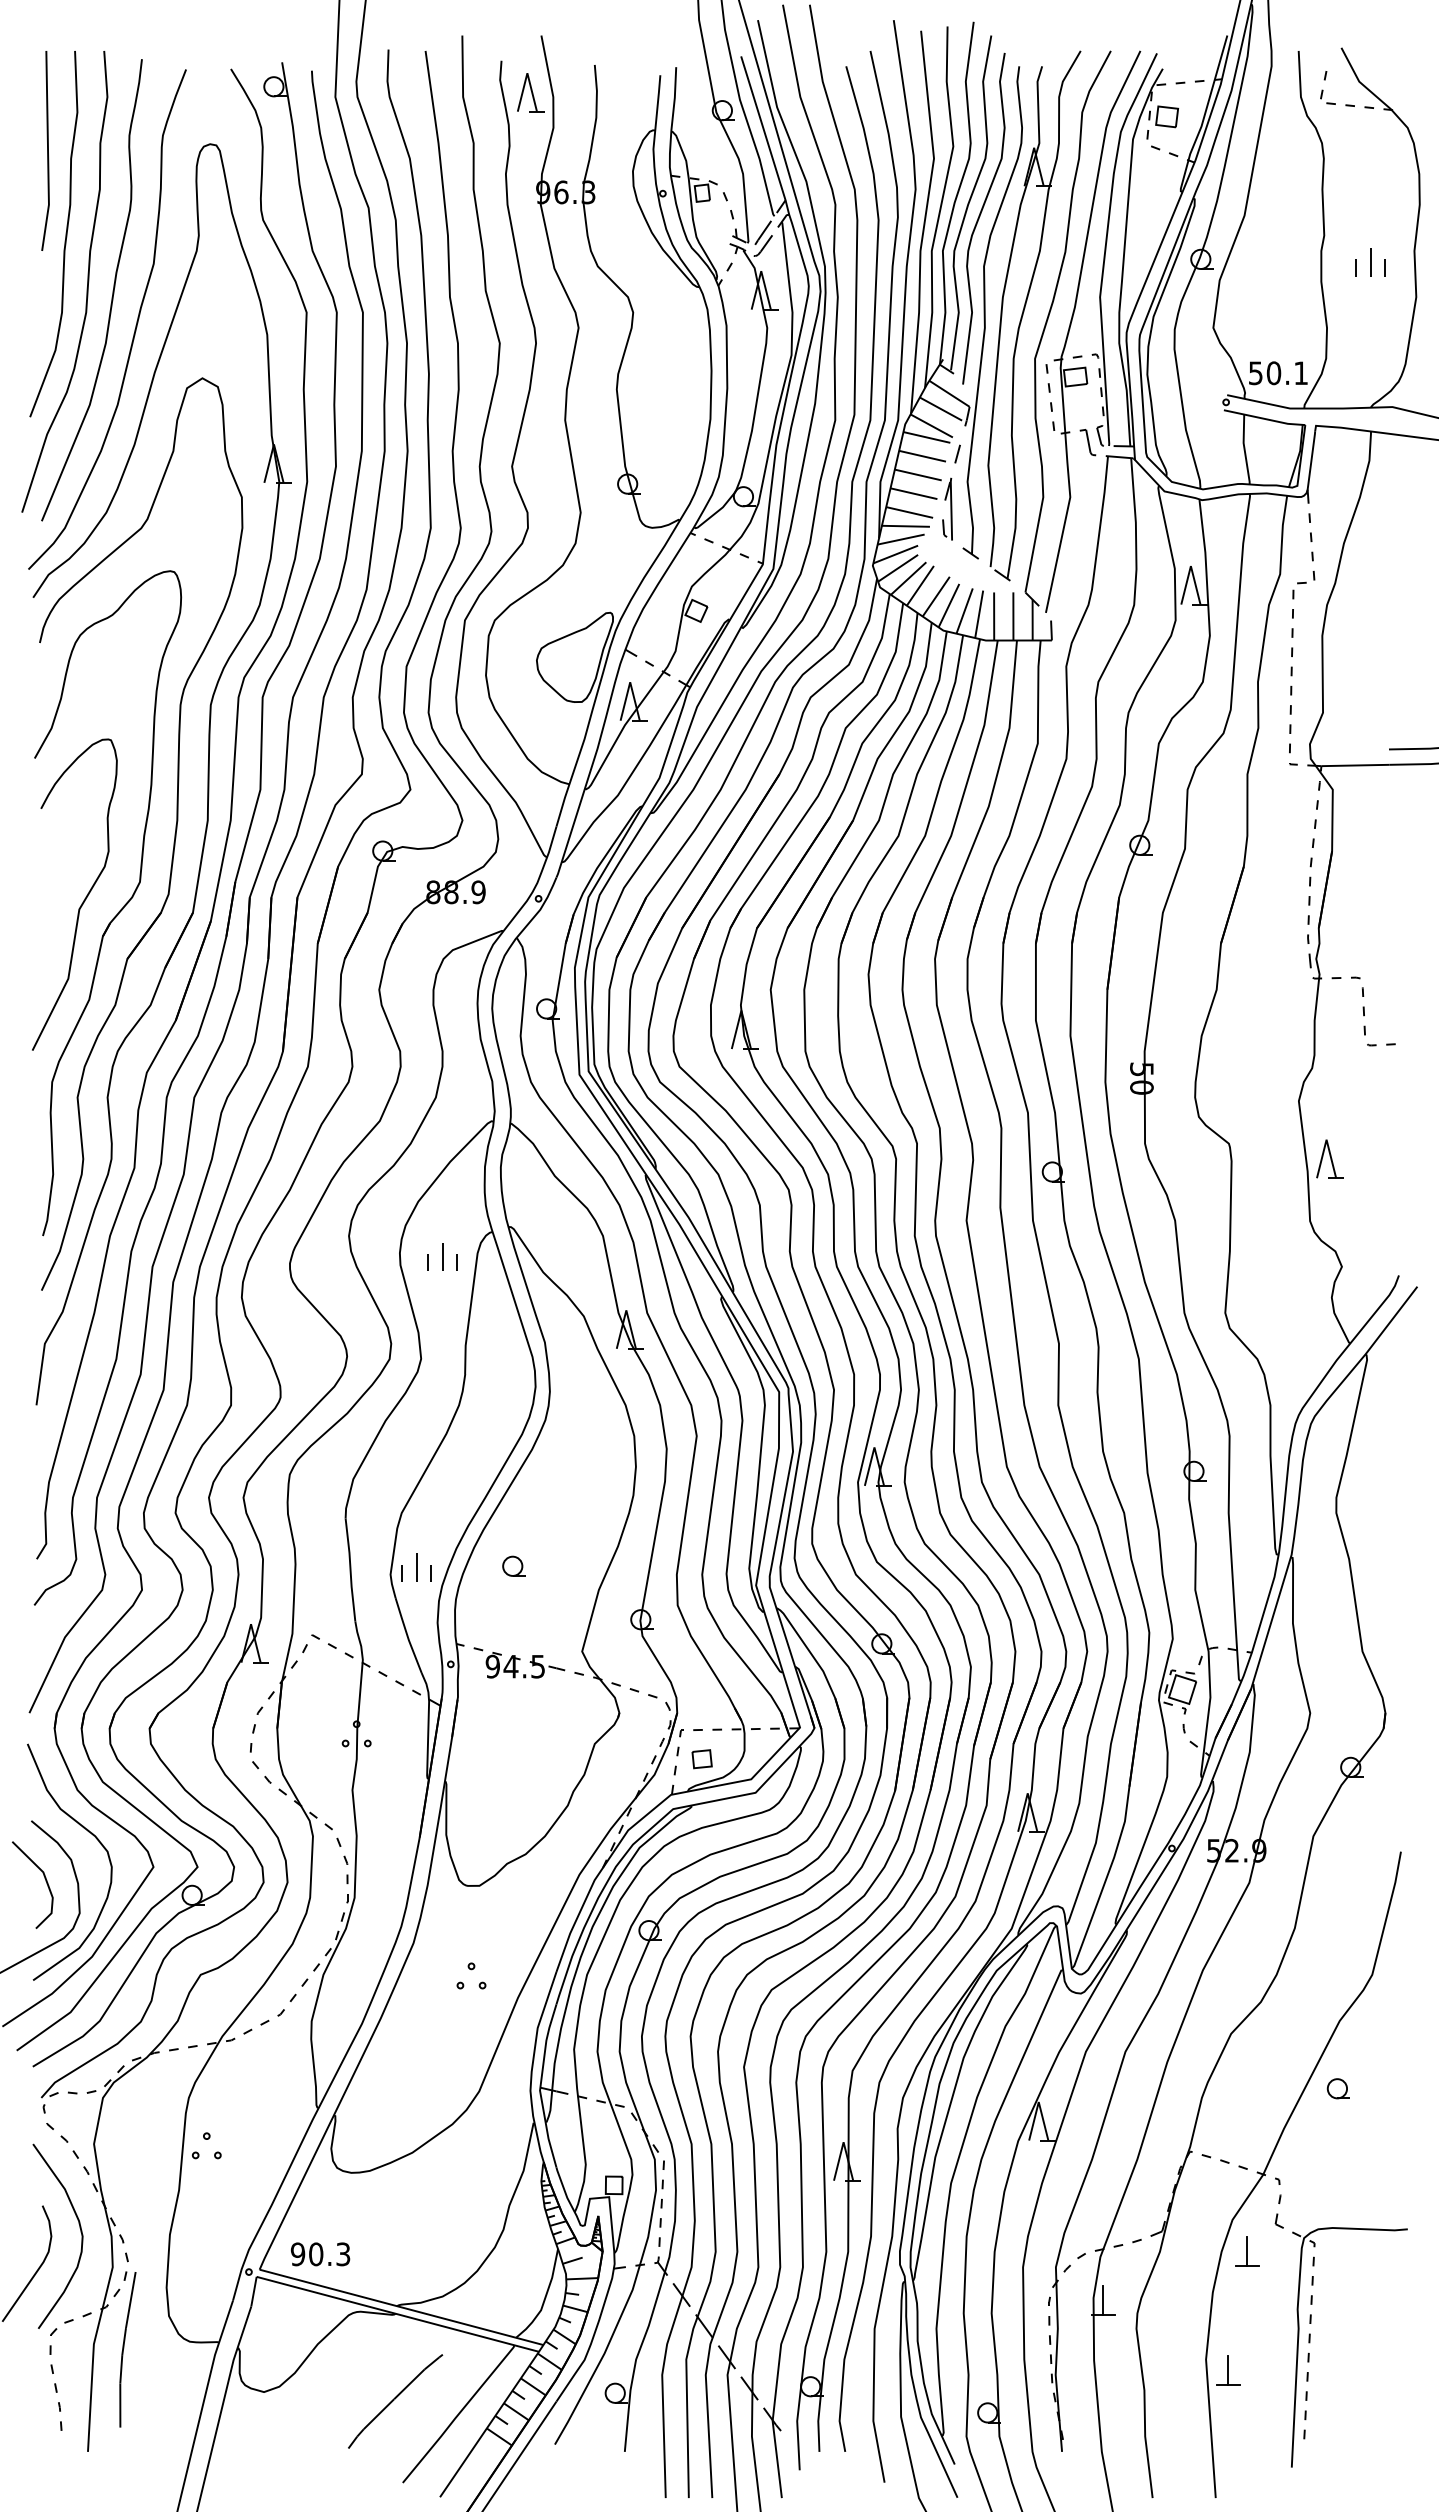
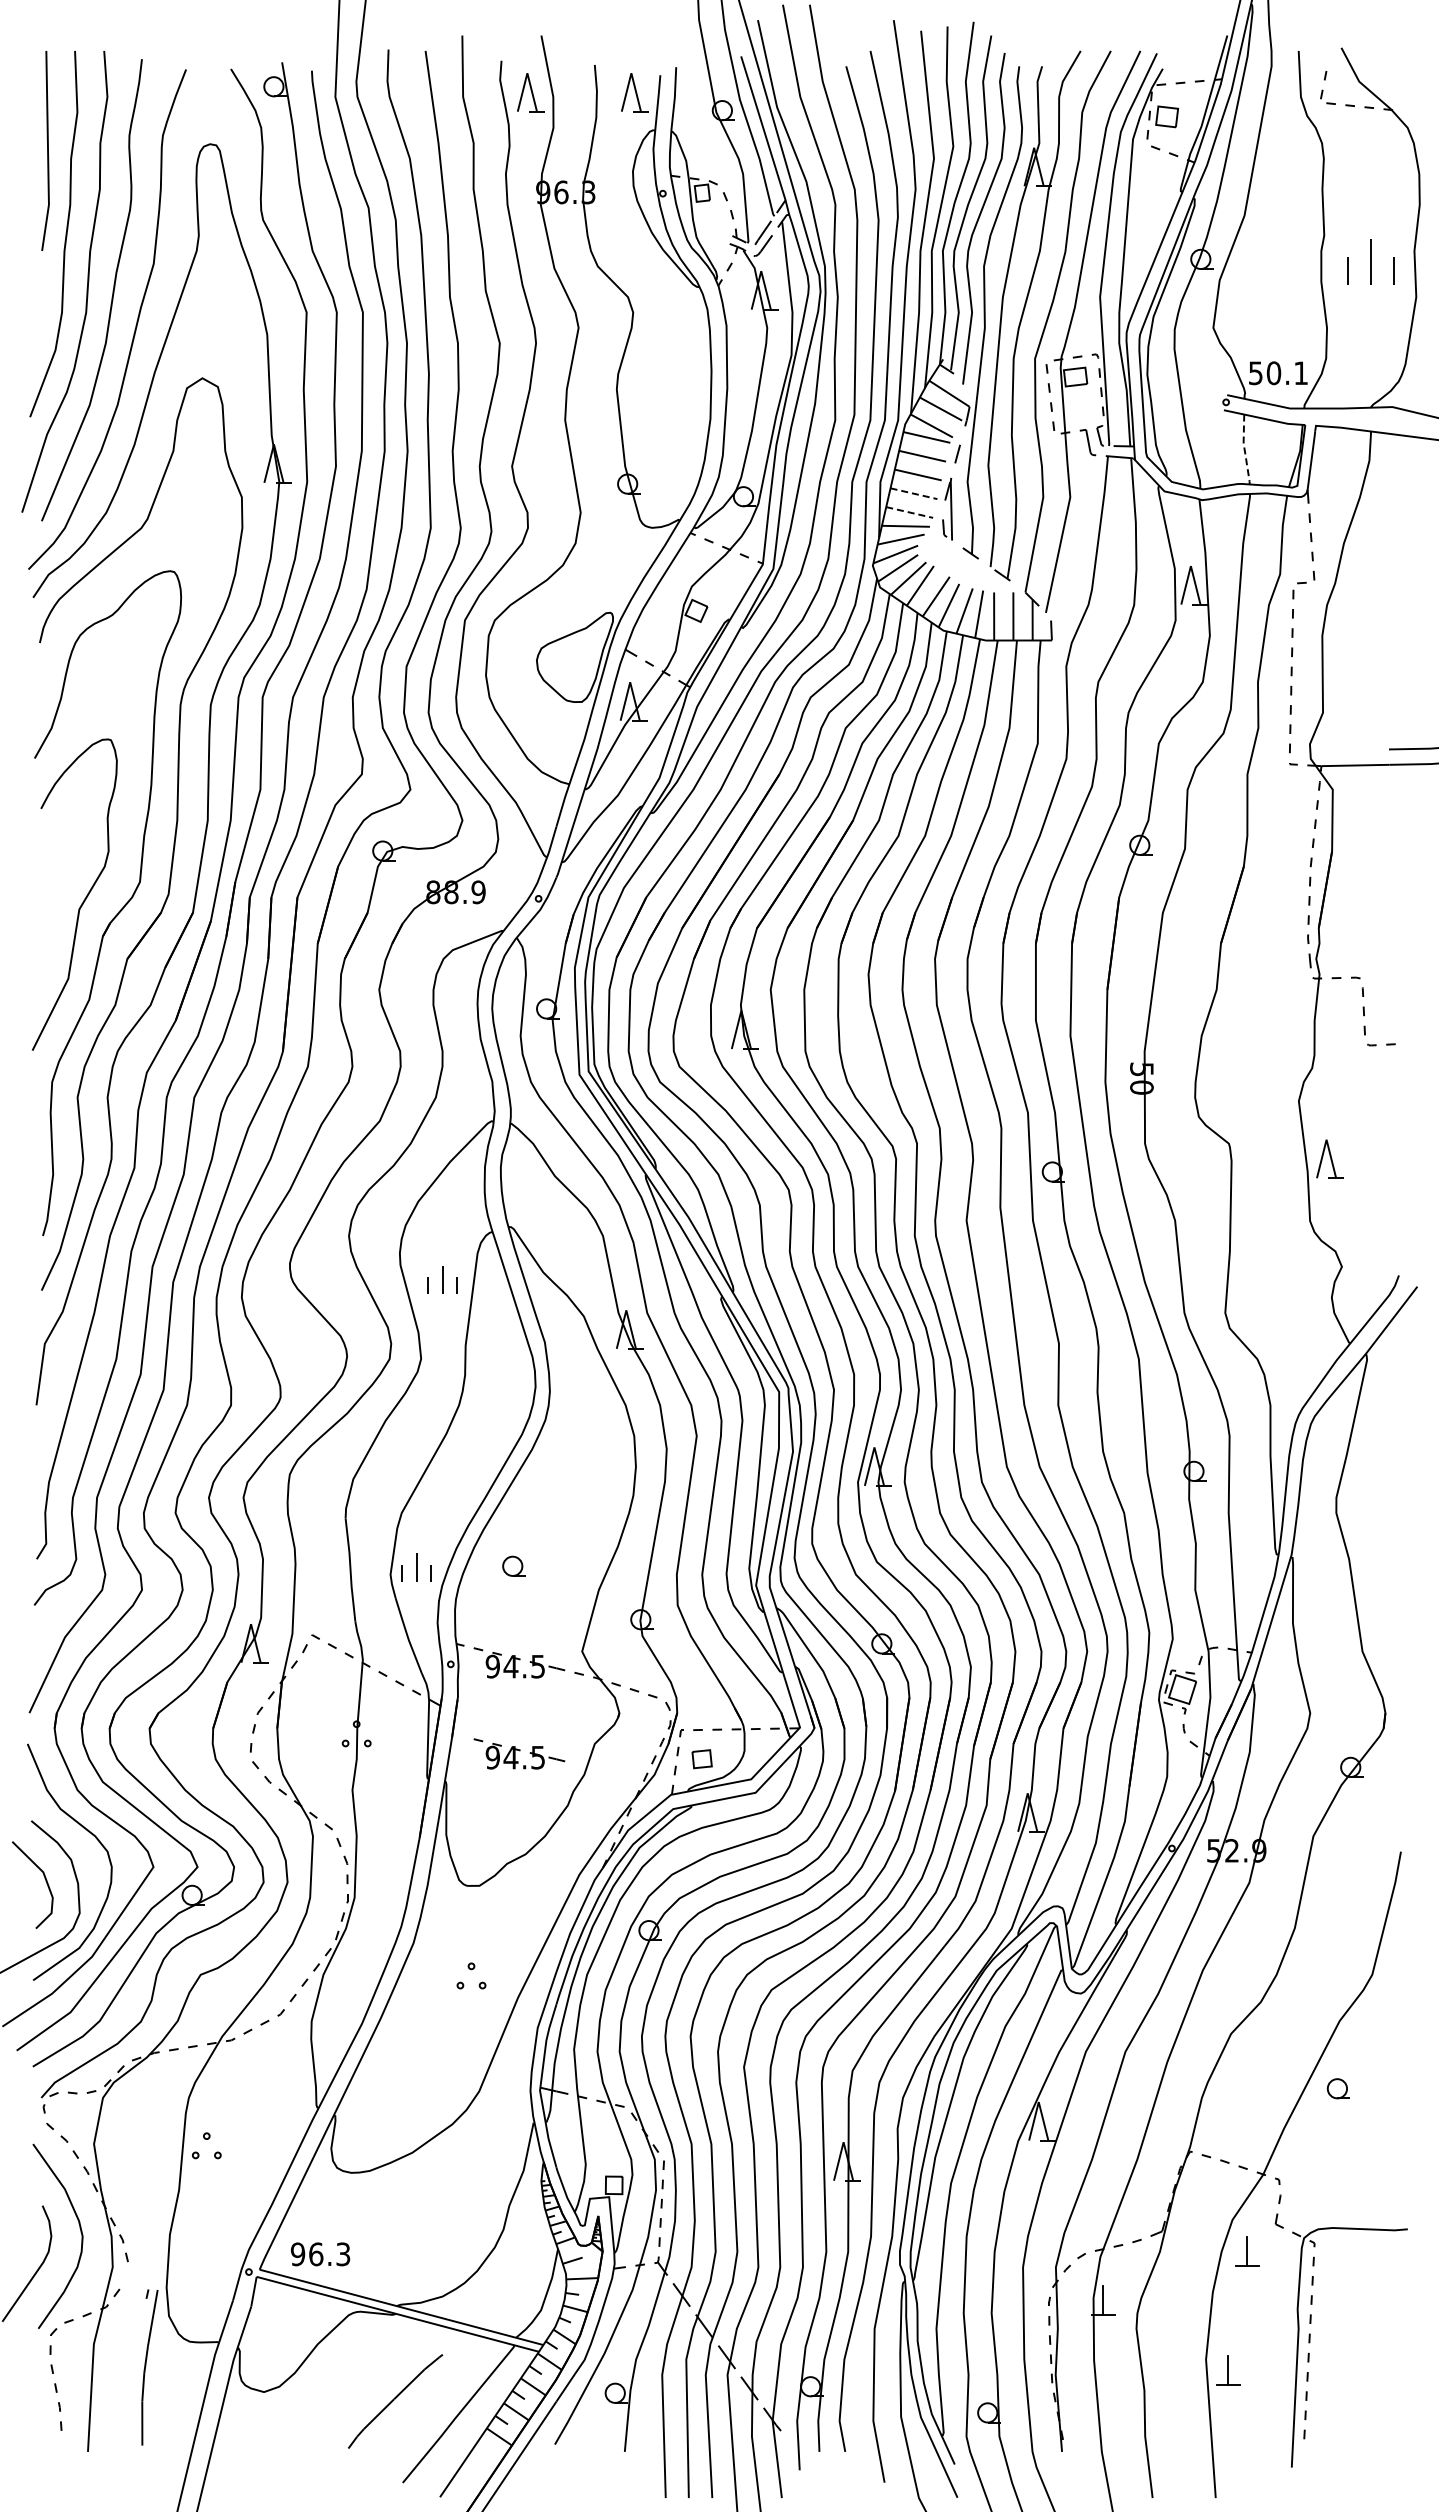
part at (634, 92): none -> present
part at (1370, 262) size: 31x29 px -> 48x46 px
line at (1244, 449): solid -> dashed
line at (914, 493): solid -> dashed
line at (910, 512): solid -> dashed
part at (442, 1256) position: (442, 1256) -> (442, 1279)
part at (519, 1753): none -> present
text at (316, 2253): 90.3 -> 96.3
part at (127, 2349) position: (127, 2349) -> (149, 2367)
